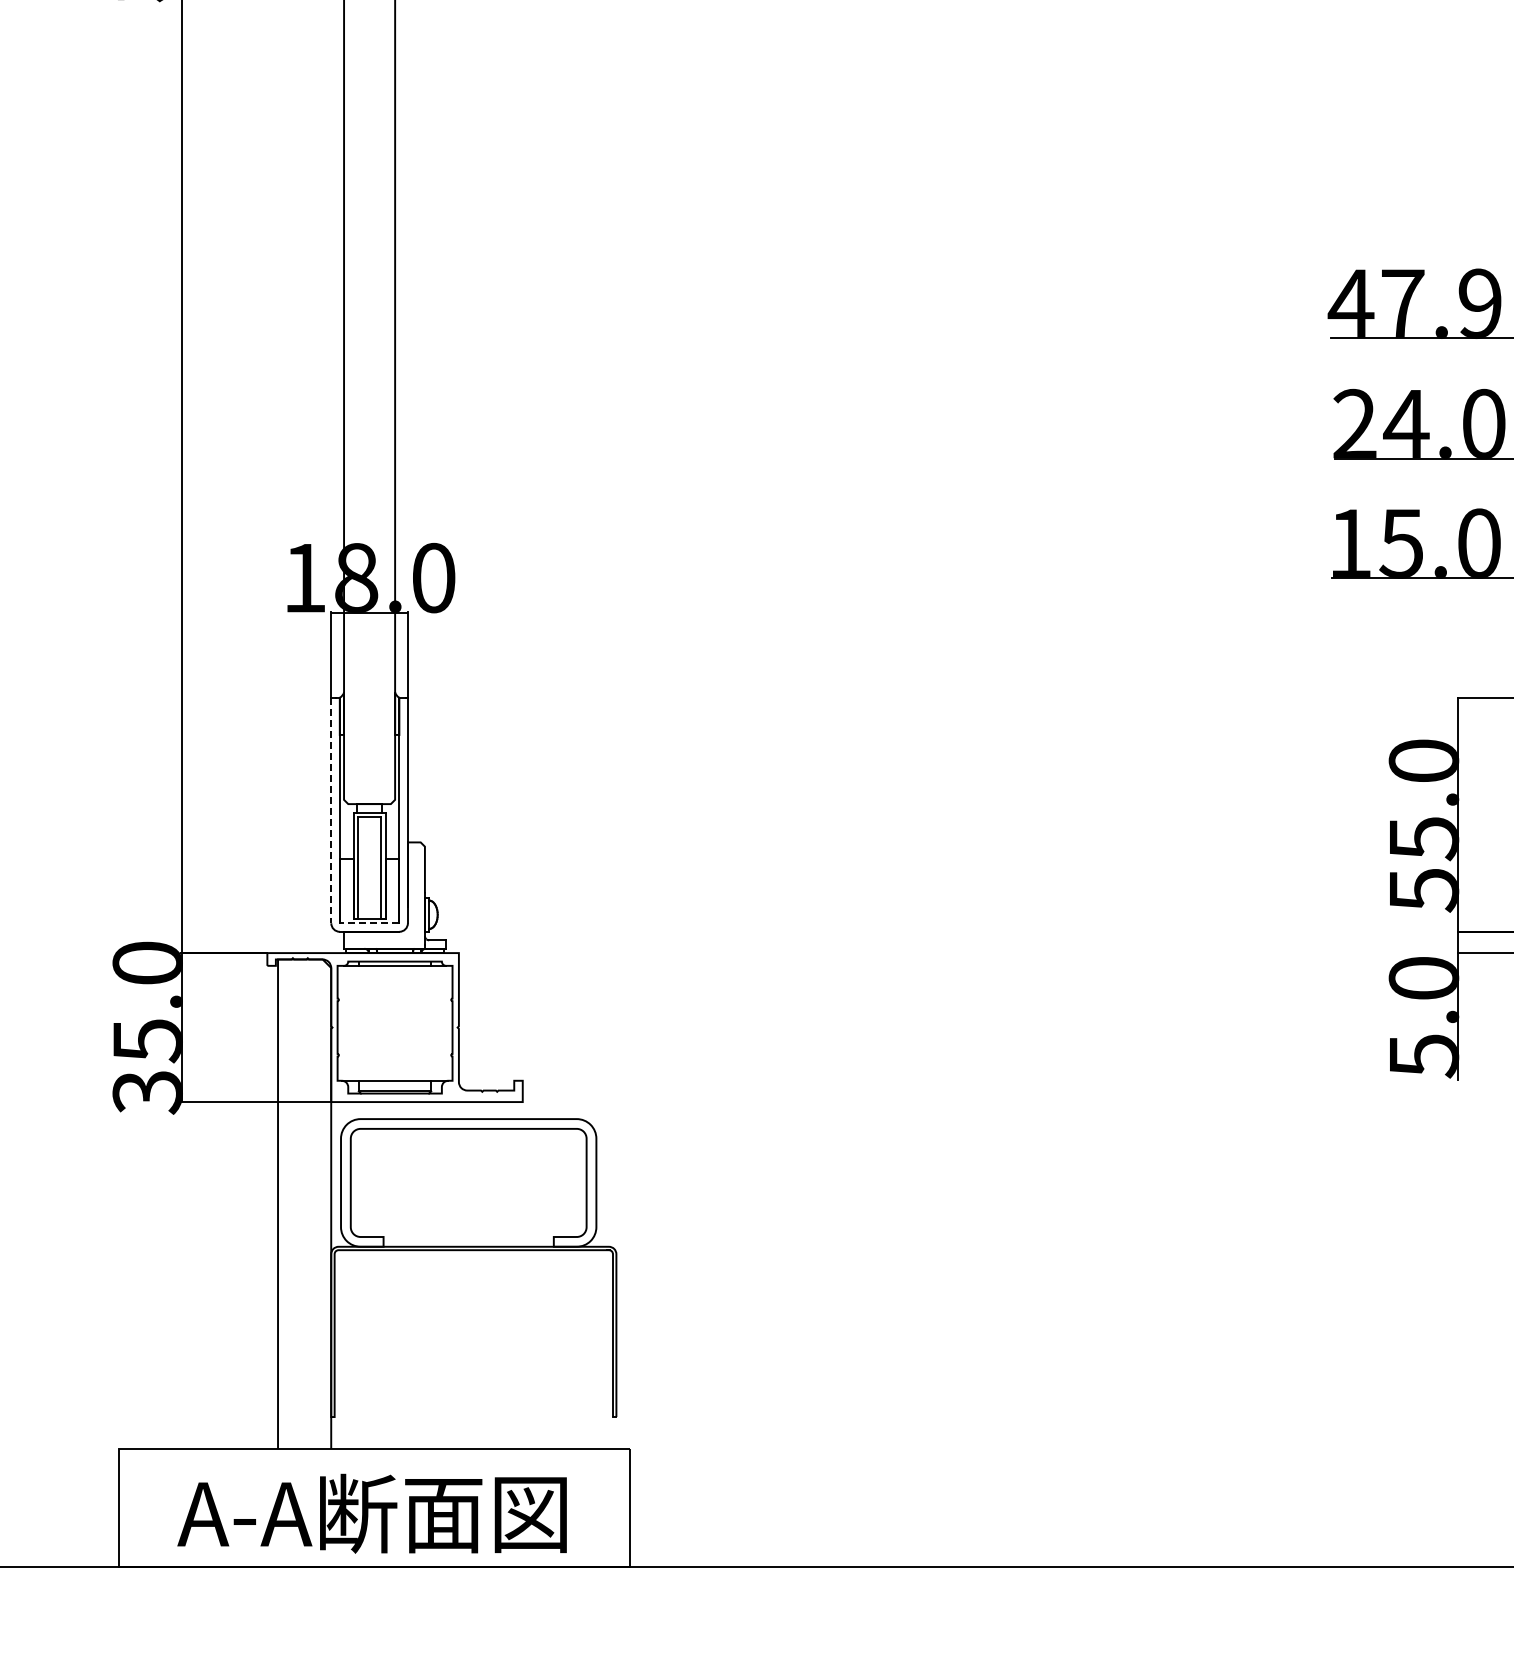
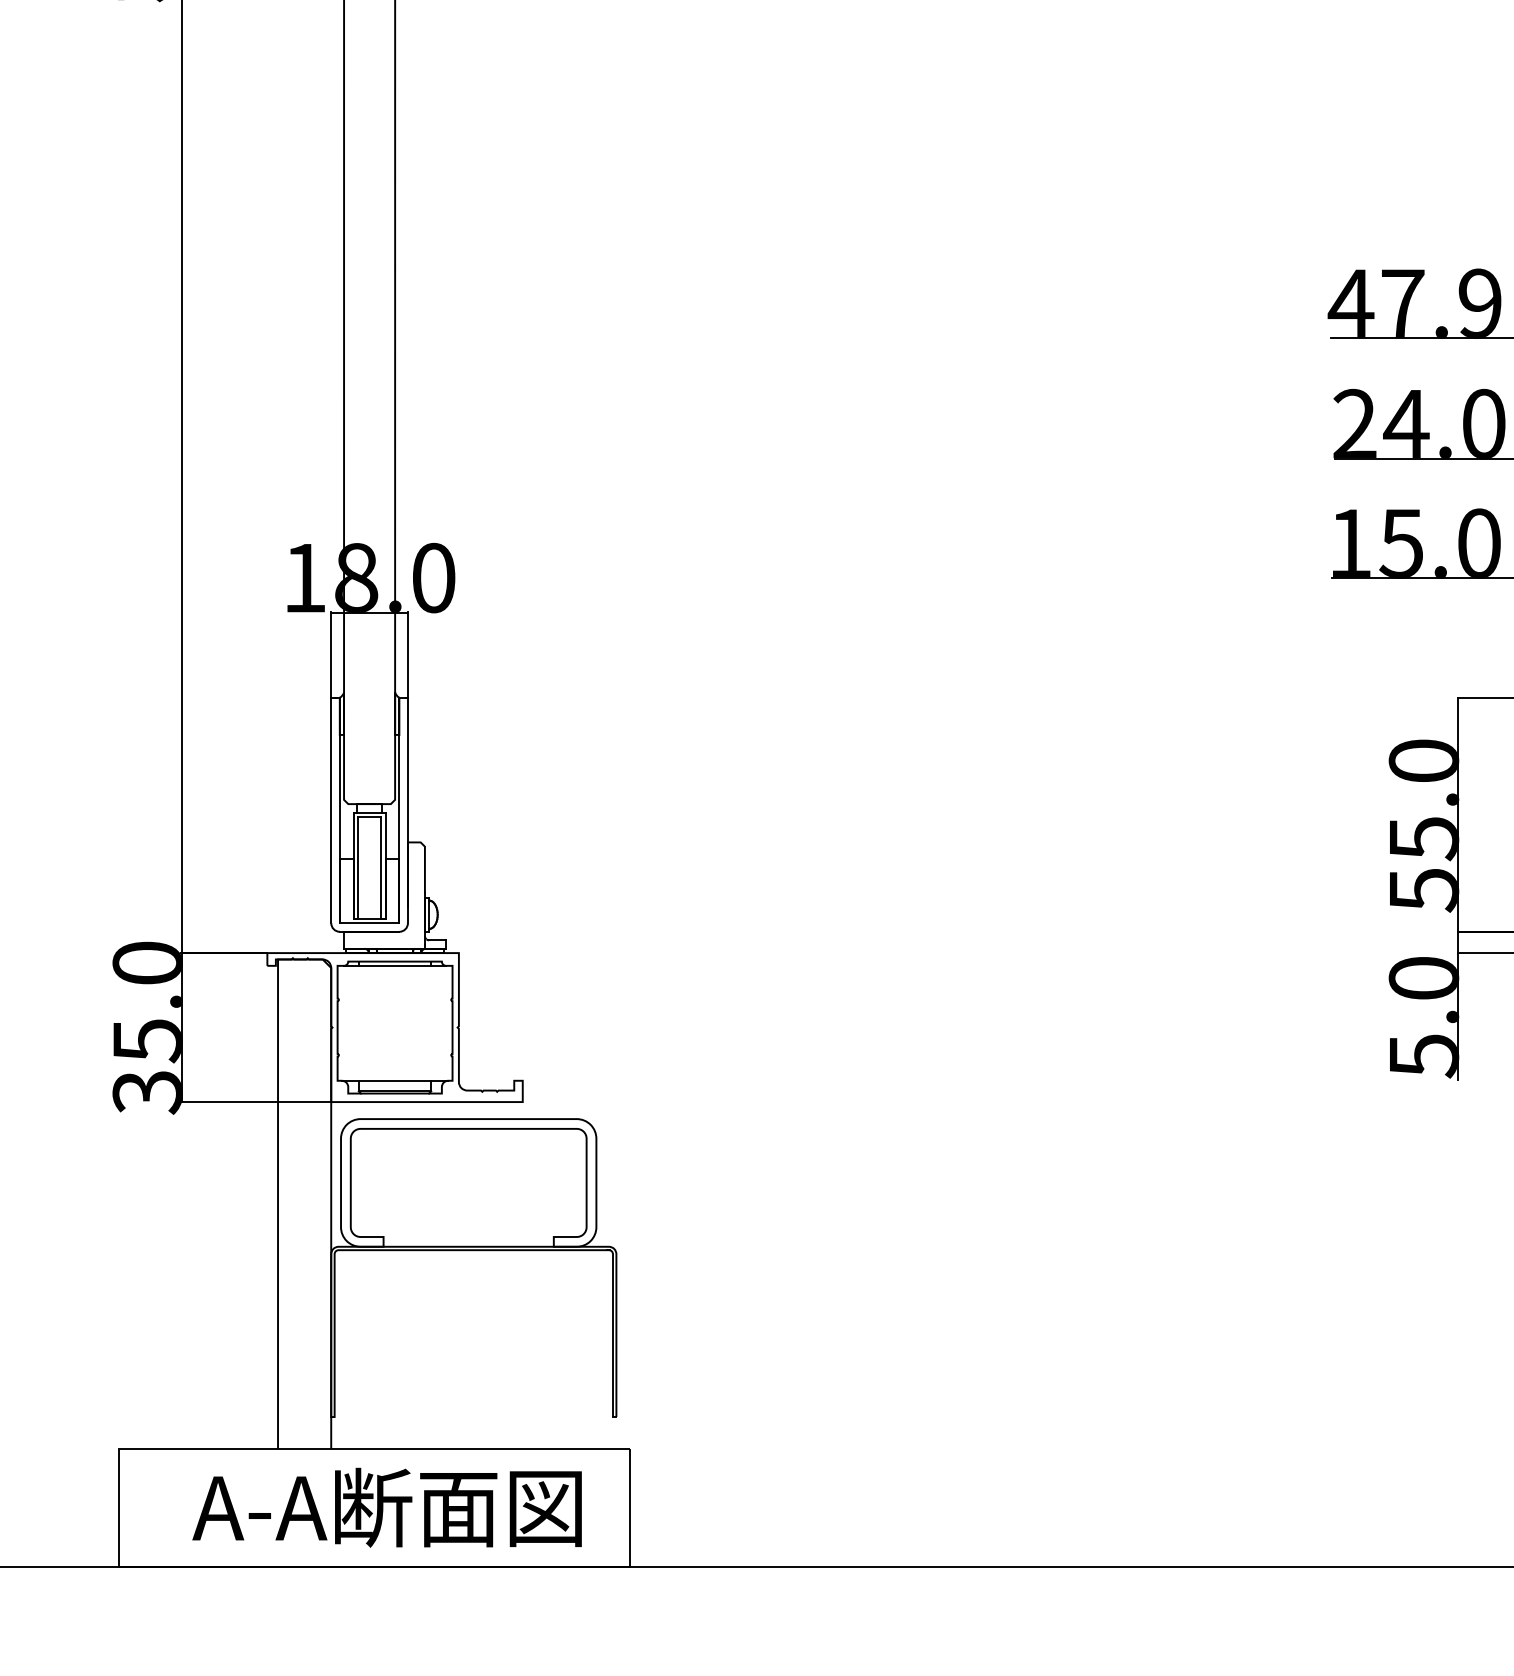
line at (331, 810): dashed -> solid
line at (369, 923): dashed -> solid
text at (371, 1513) position: (371, 1513) -> (386, 1507)
